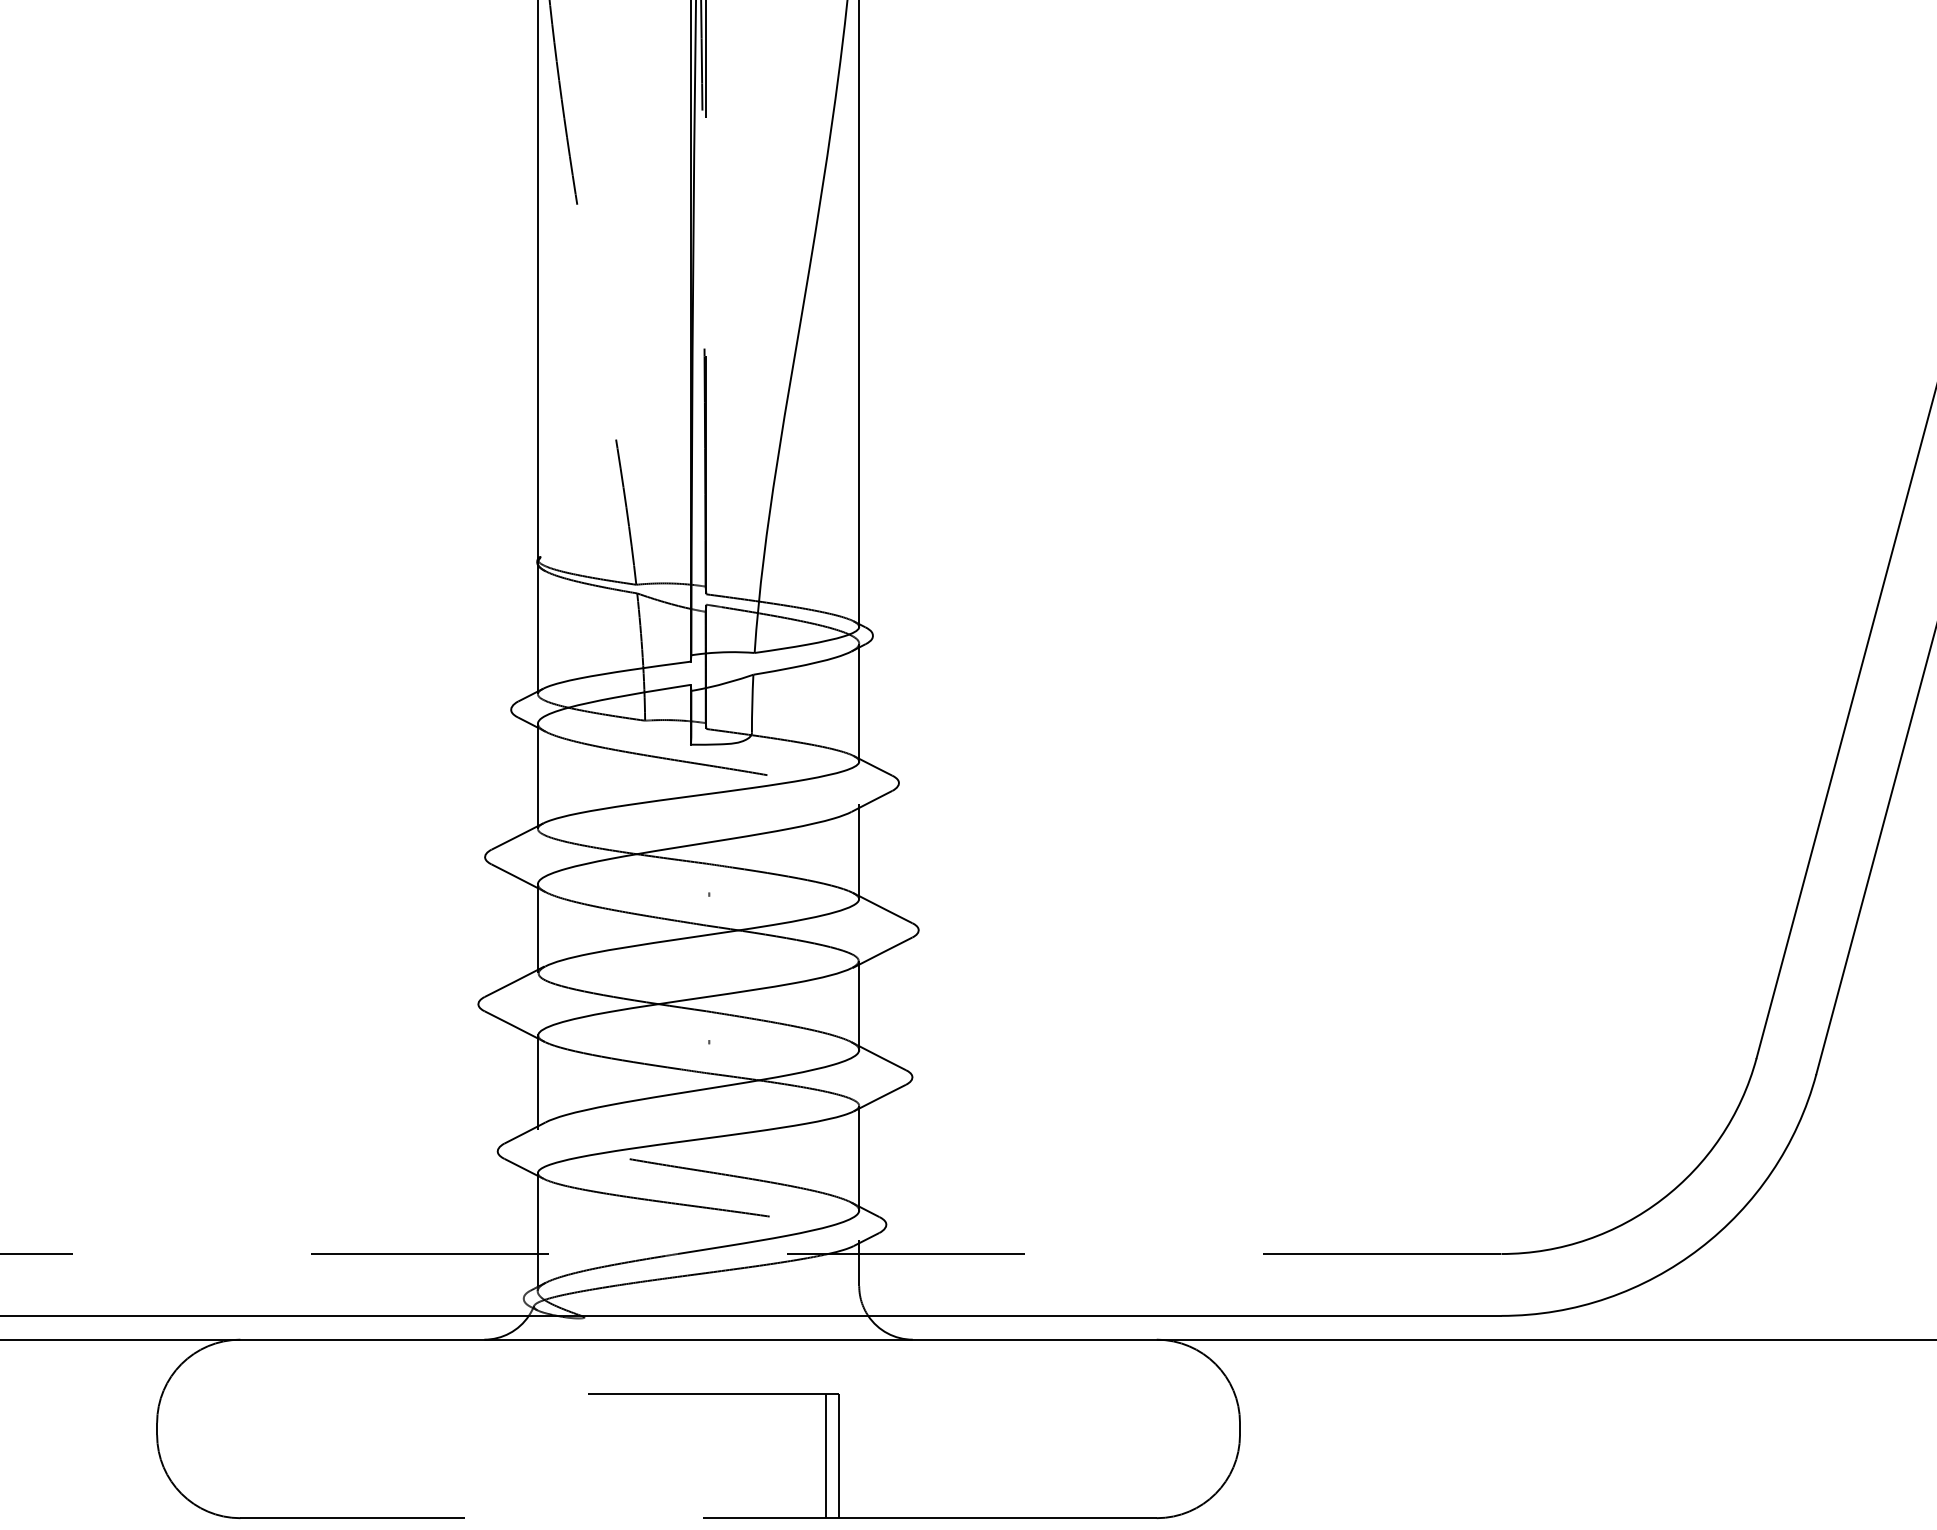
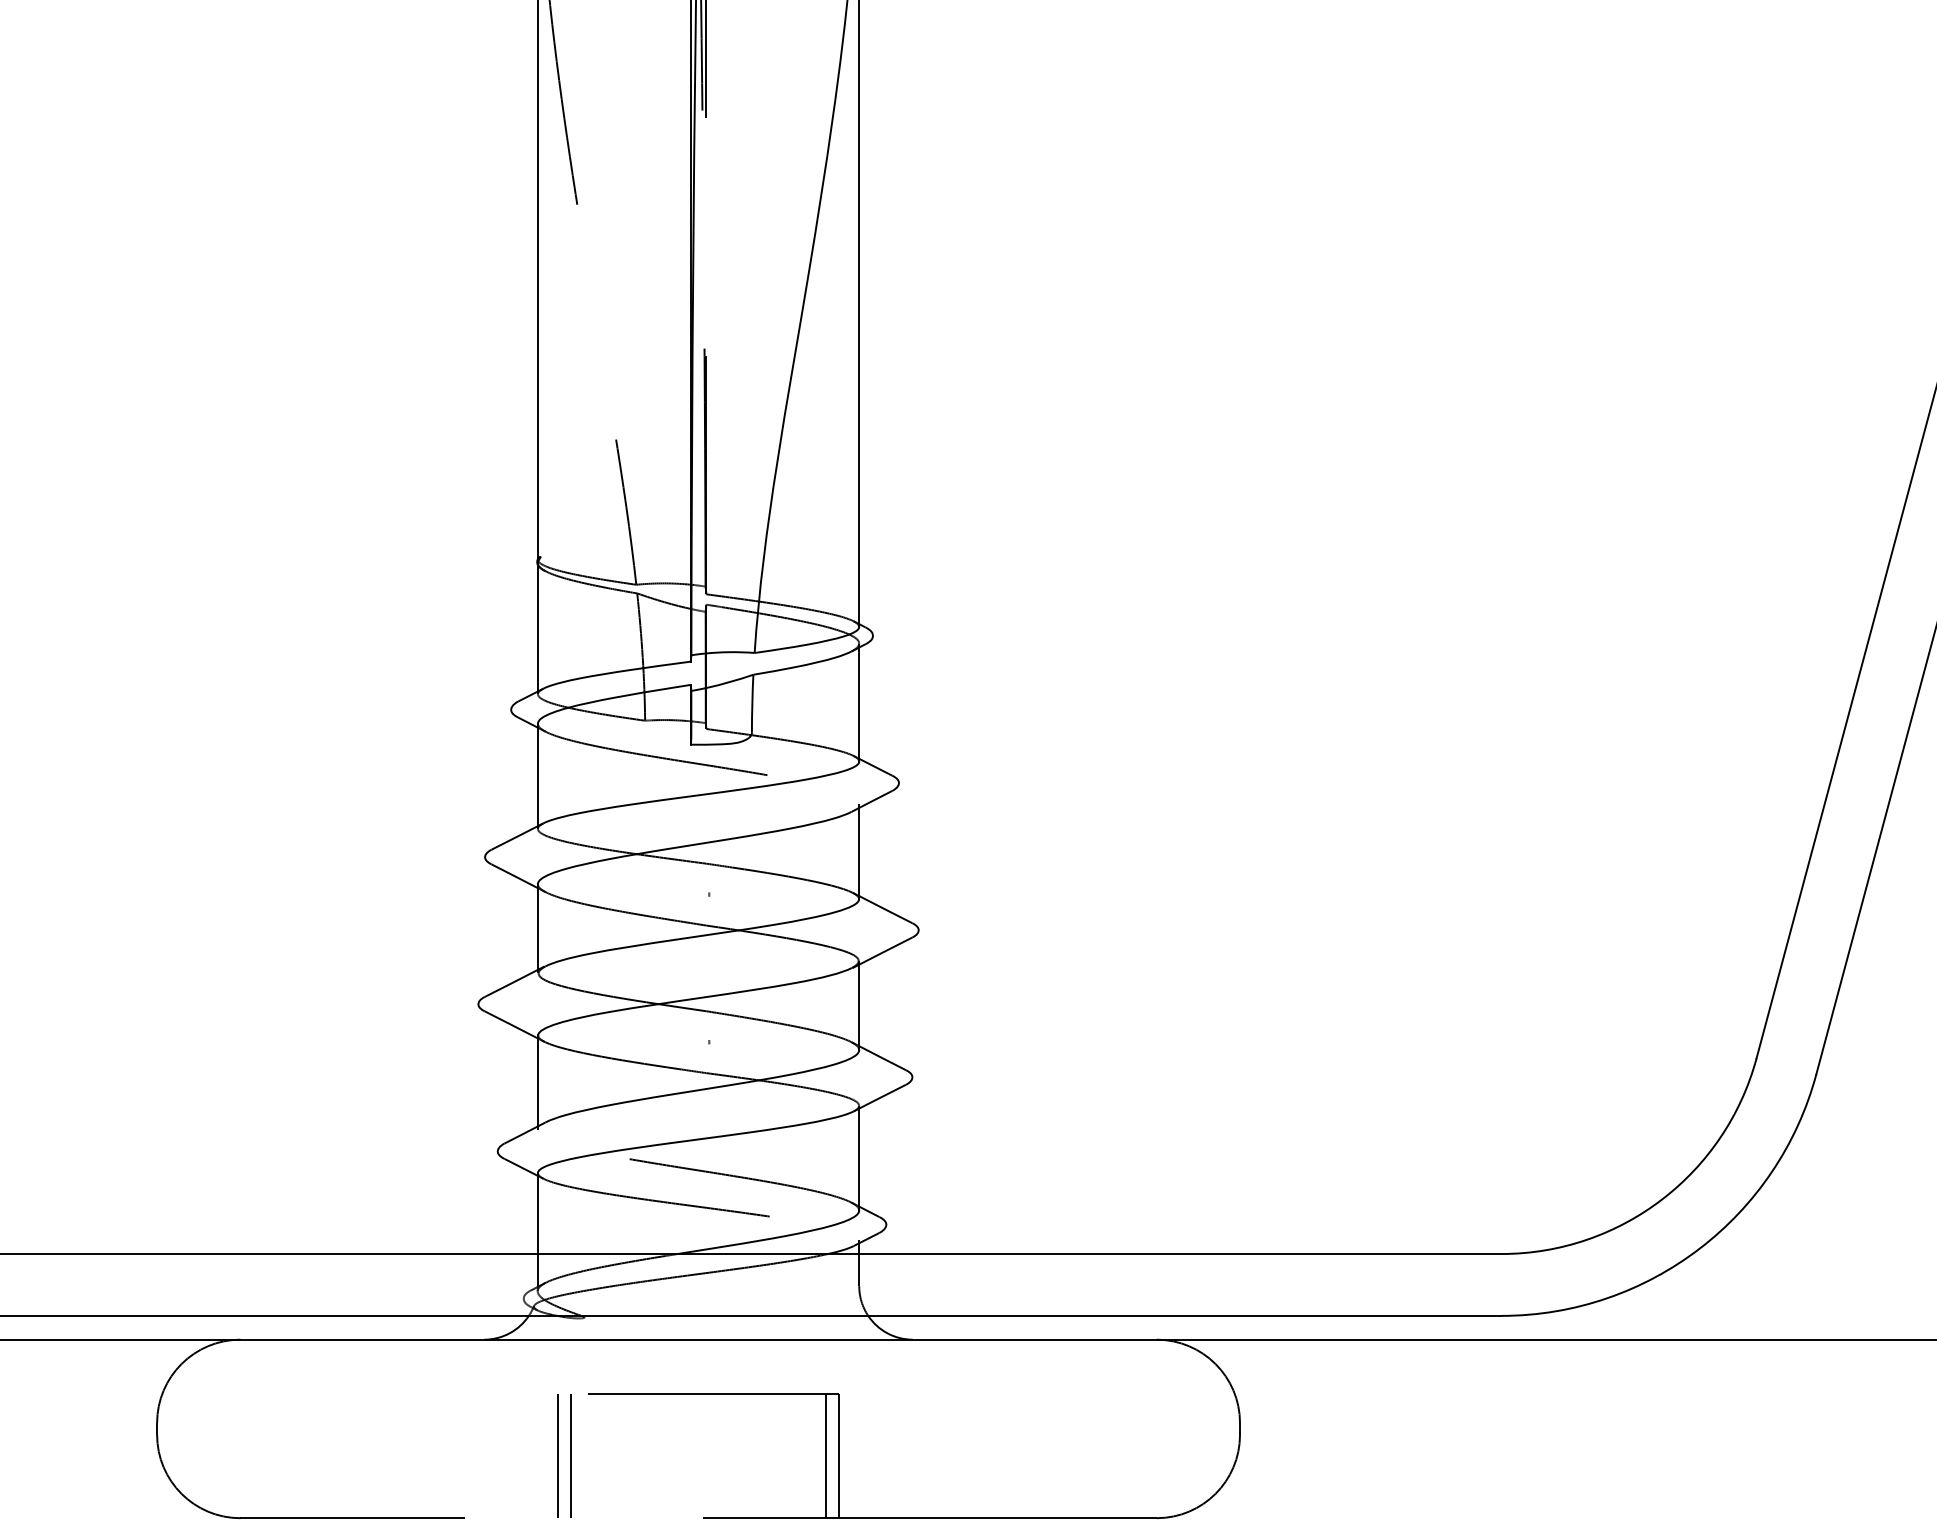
line at (750, 1254): dashed -> solid
line at (557, 1456): none -> present
line at (570, 1456): none -> present
